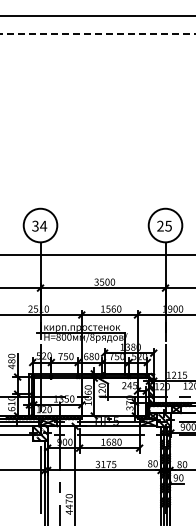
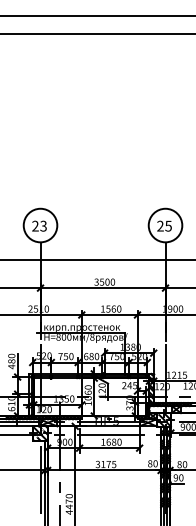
line at (97, 33): dashed -> solid
text at (39, 225): 34 -> 23
line at (97, 254) position: (97, 254) -> (97, 259)
